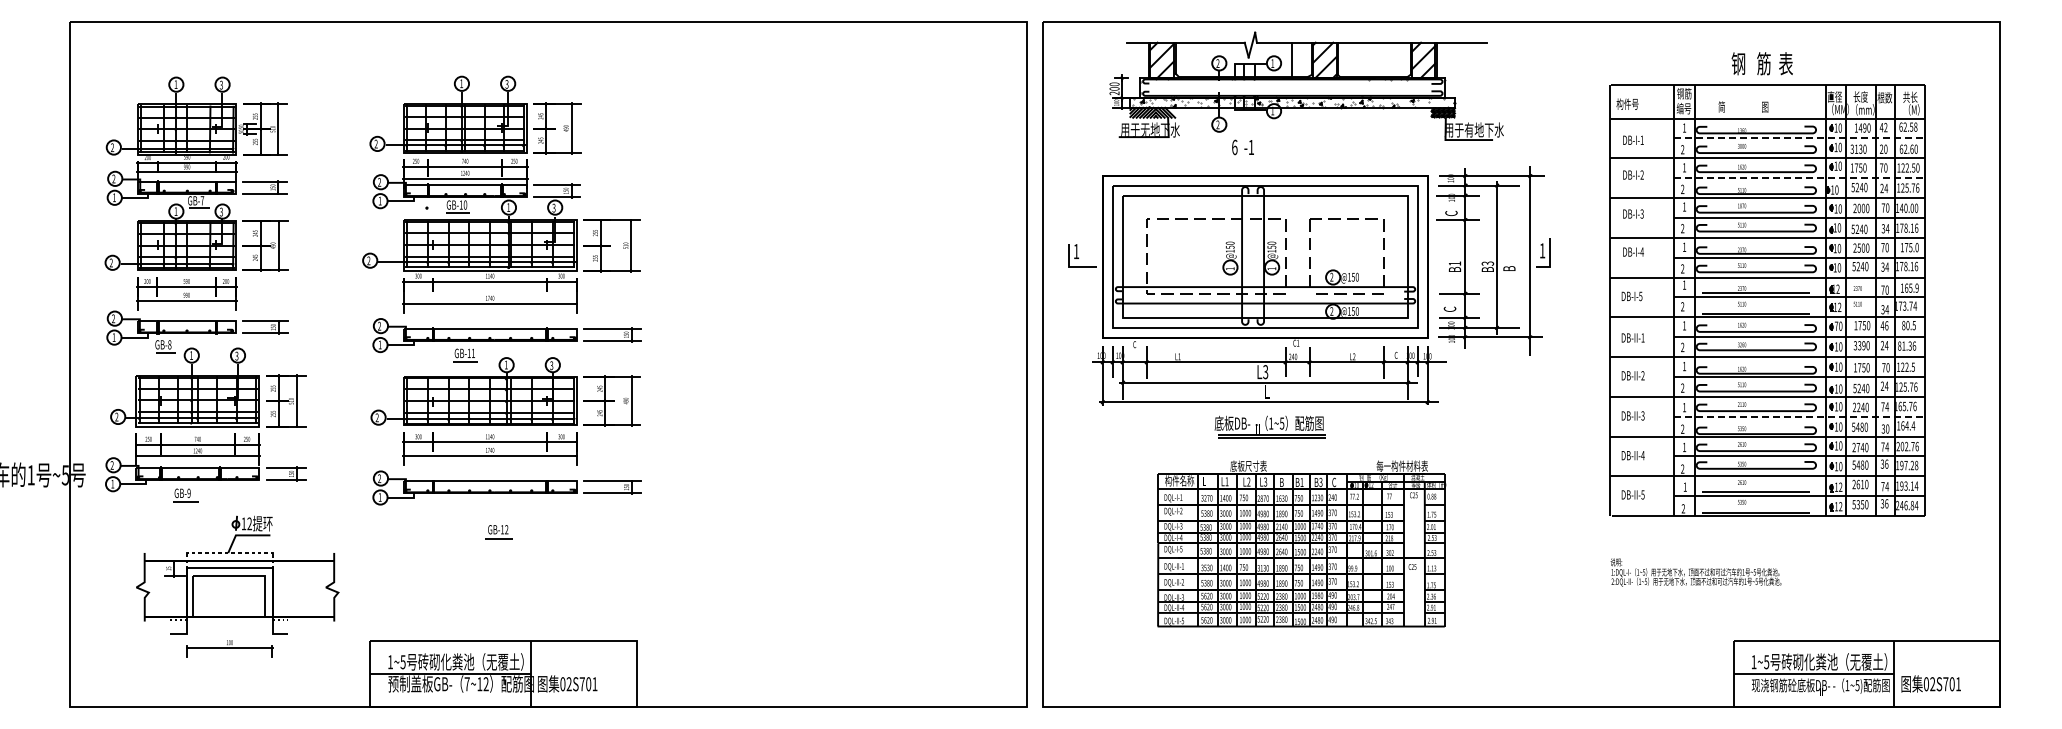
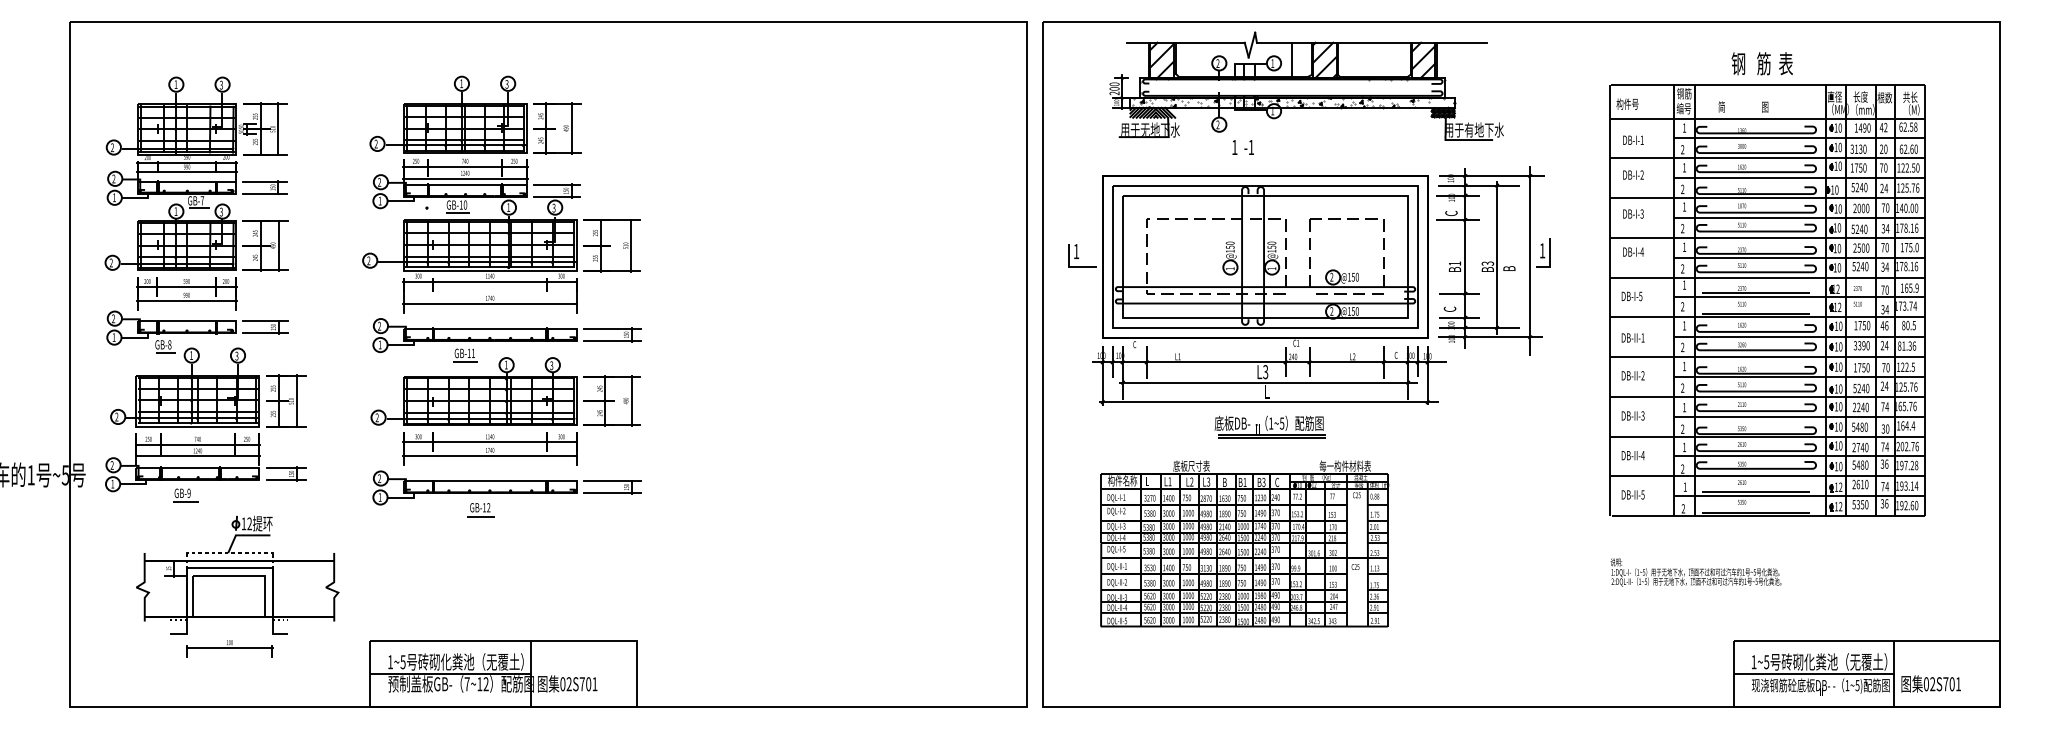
line at (1800, 138): dashed -> solid
text at (1234, 147): 6 -> 1
line at (1800, 178): dashed -> solid
text at (1836, 325): 70 -> 10
line at (1800, 416): dashed -> solid
text at (1907, 505): 246.84 -> 192.60
part at (498, 532) position: (498, 532) -> (480, 510)
part at (1301, 543) position: (1301, 543) -> (1244, 543)
